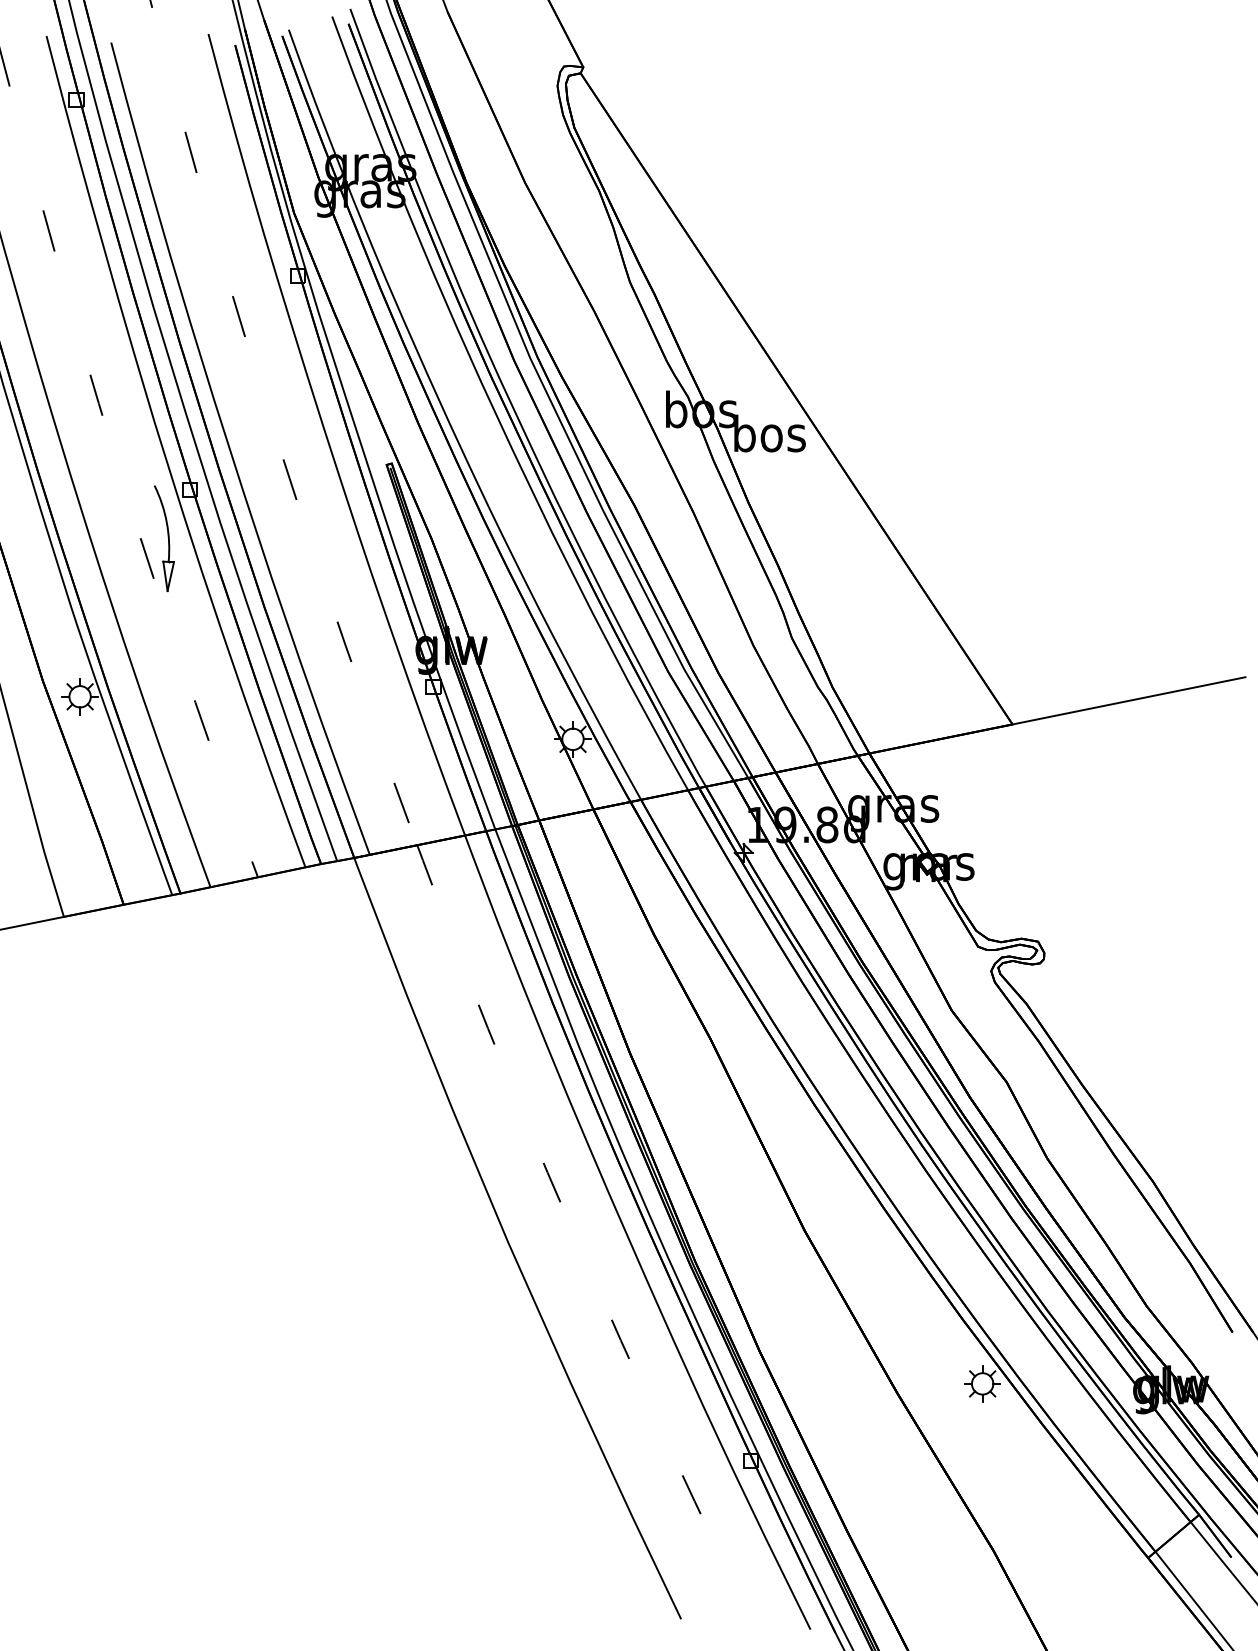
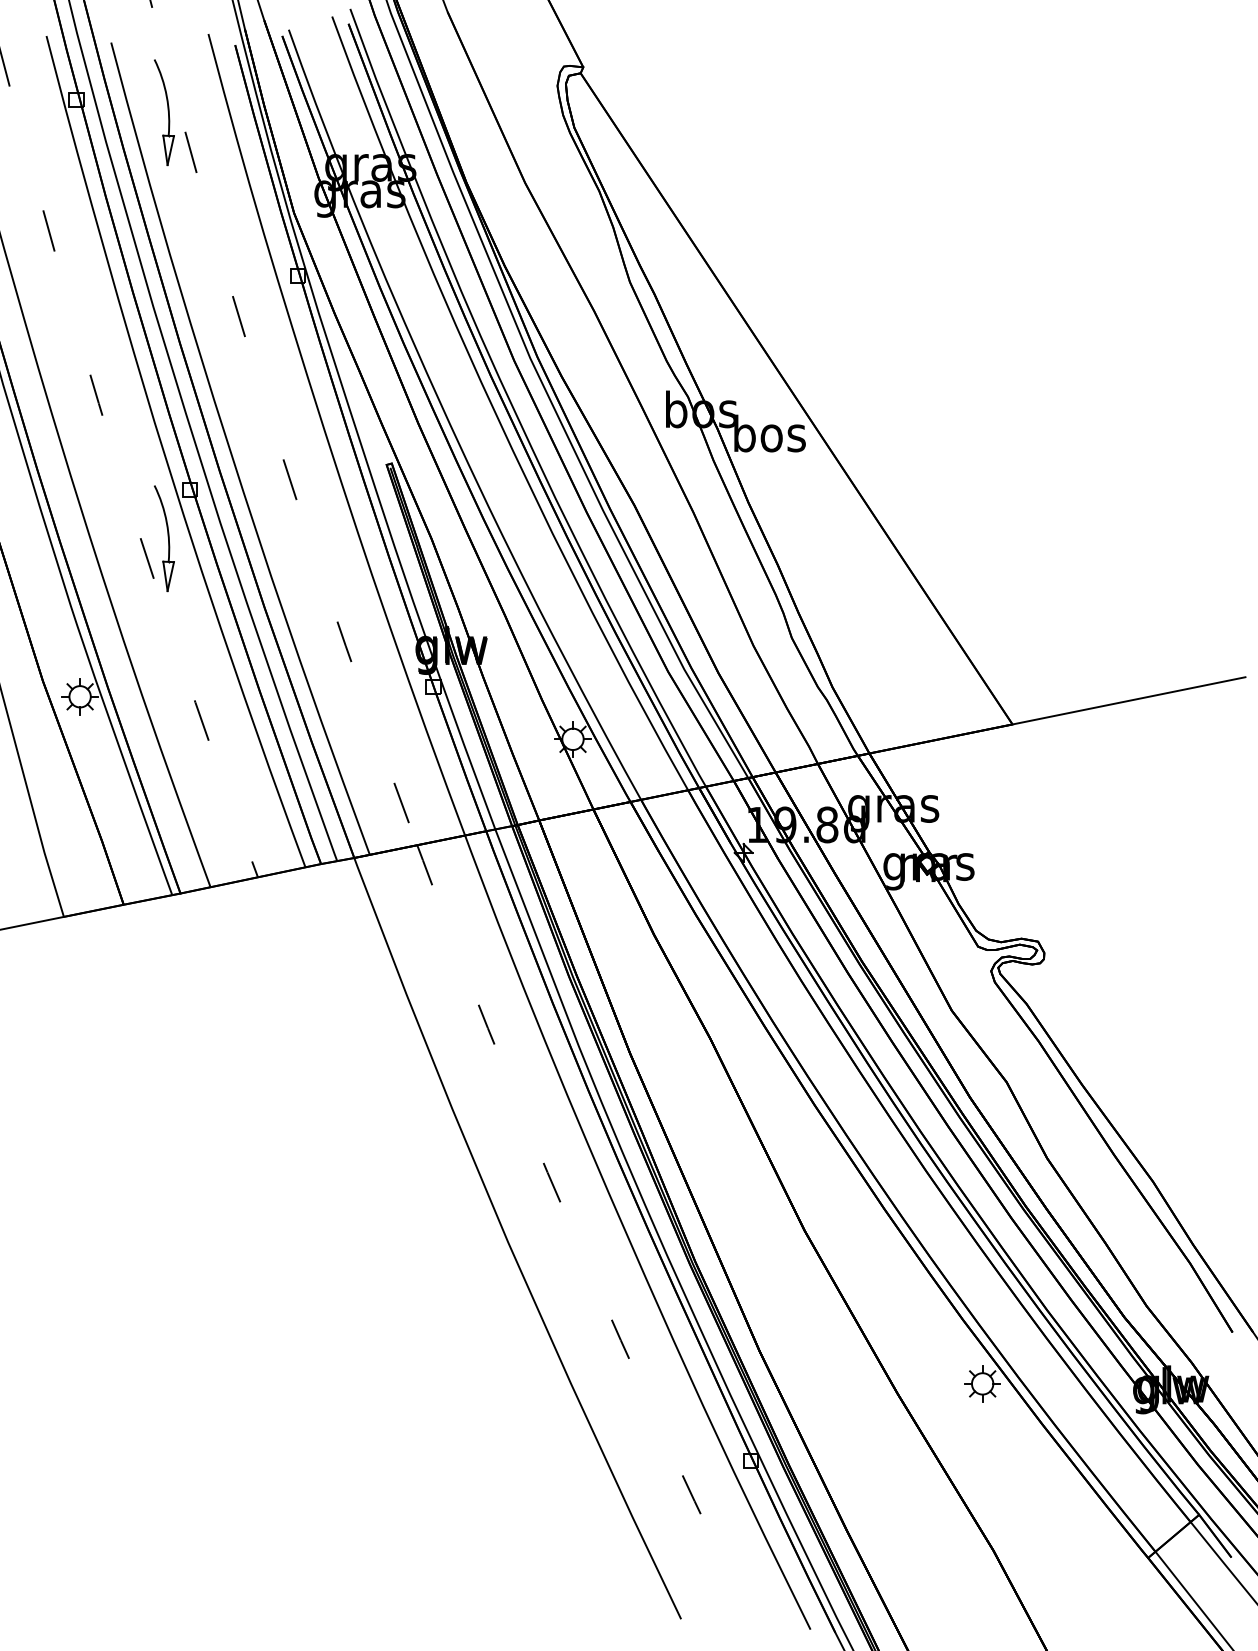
part at (164, 112): none -> present
